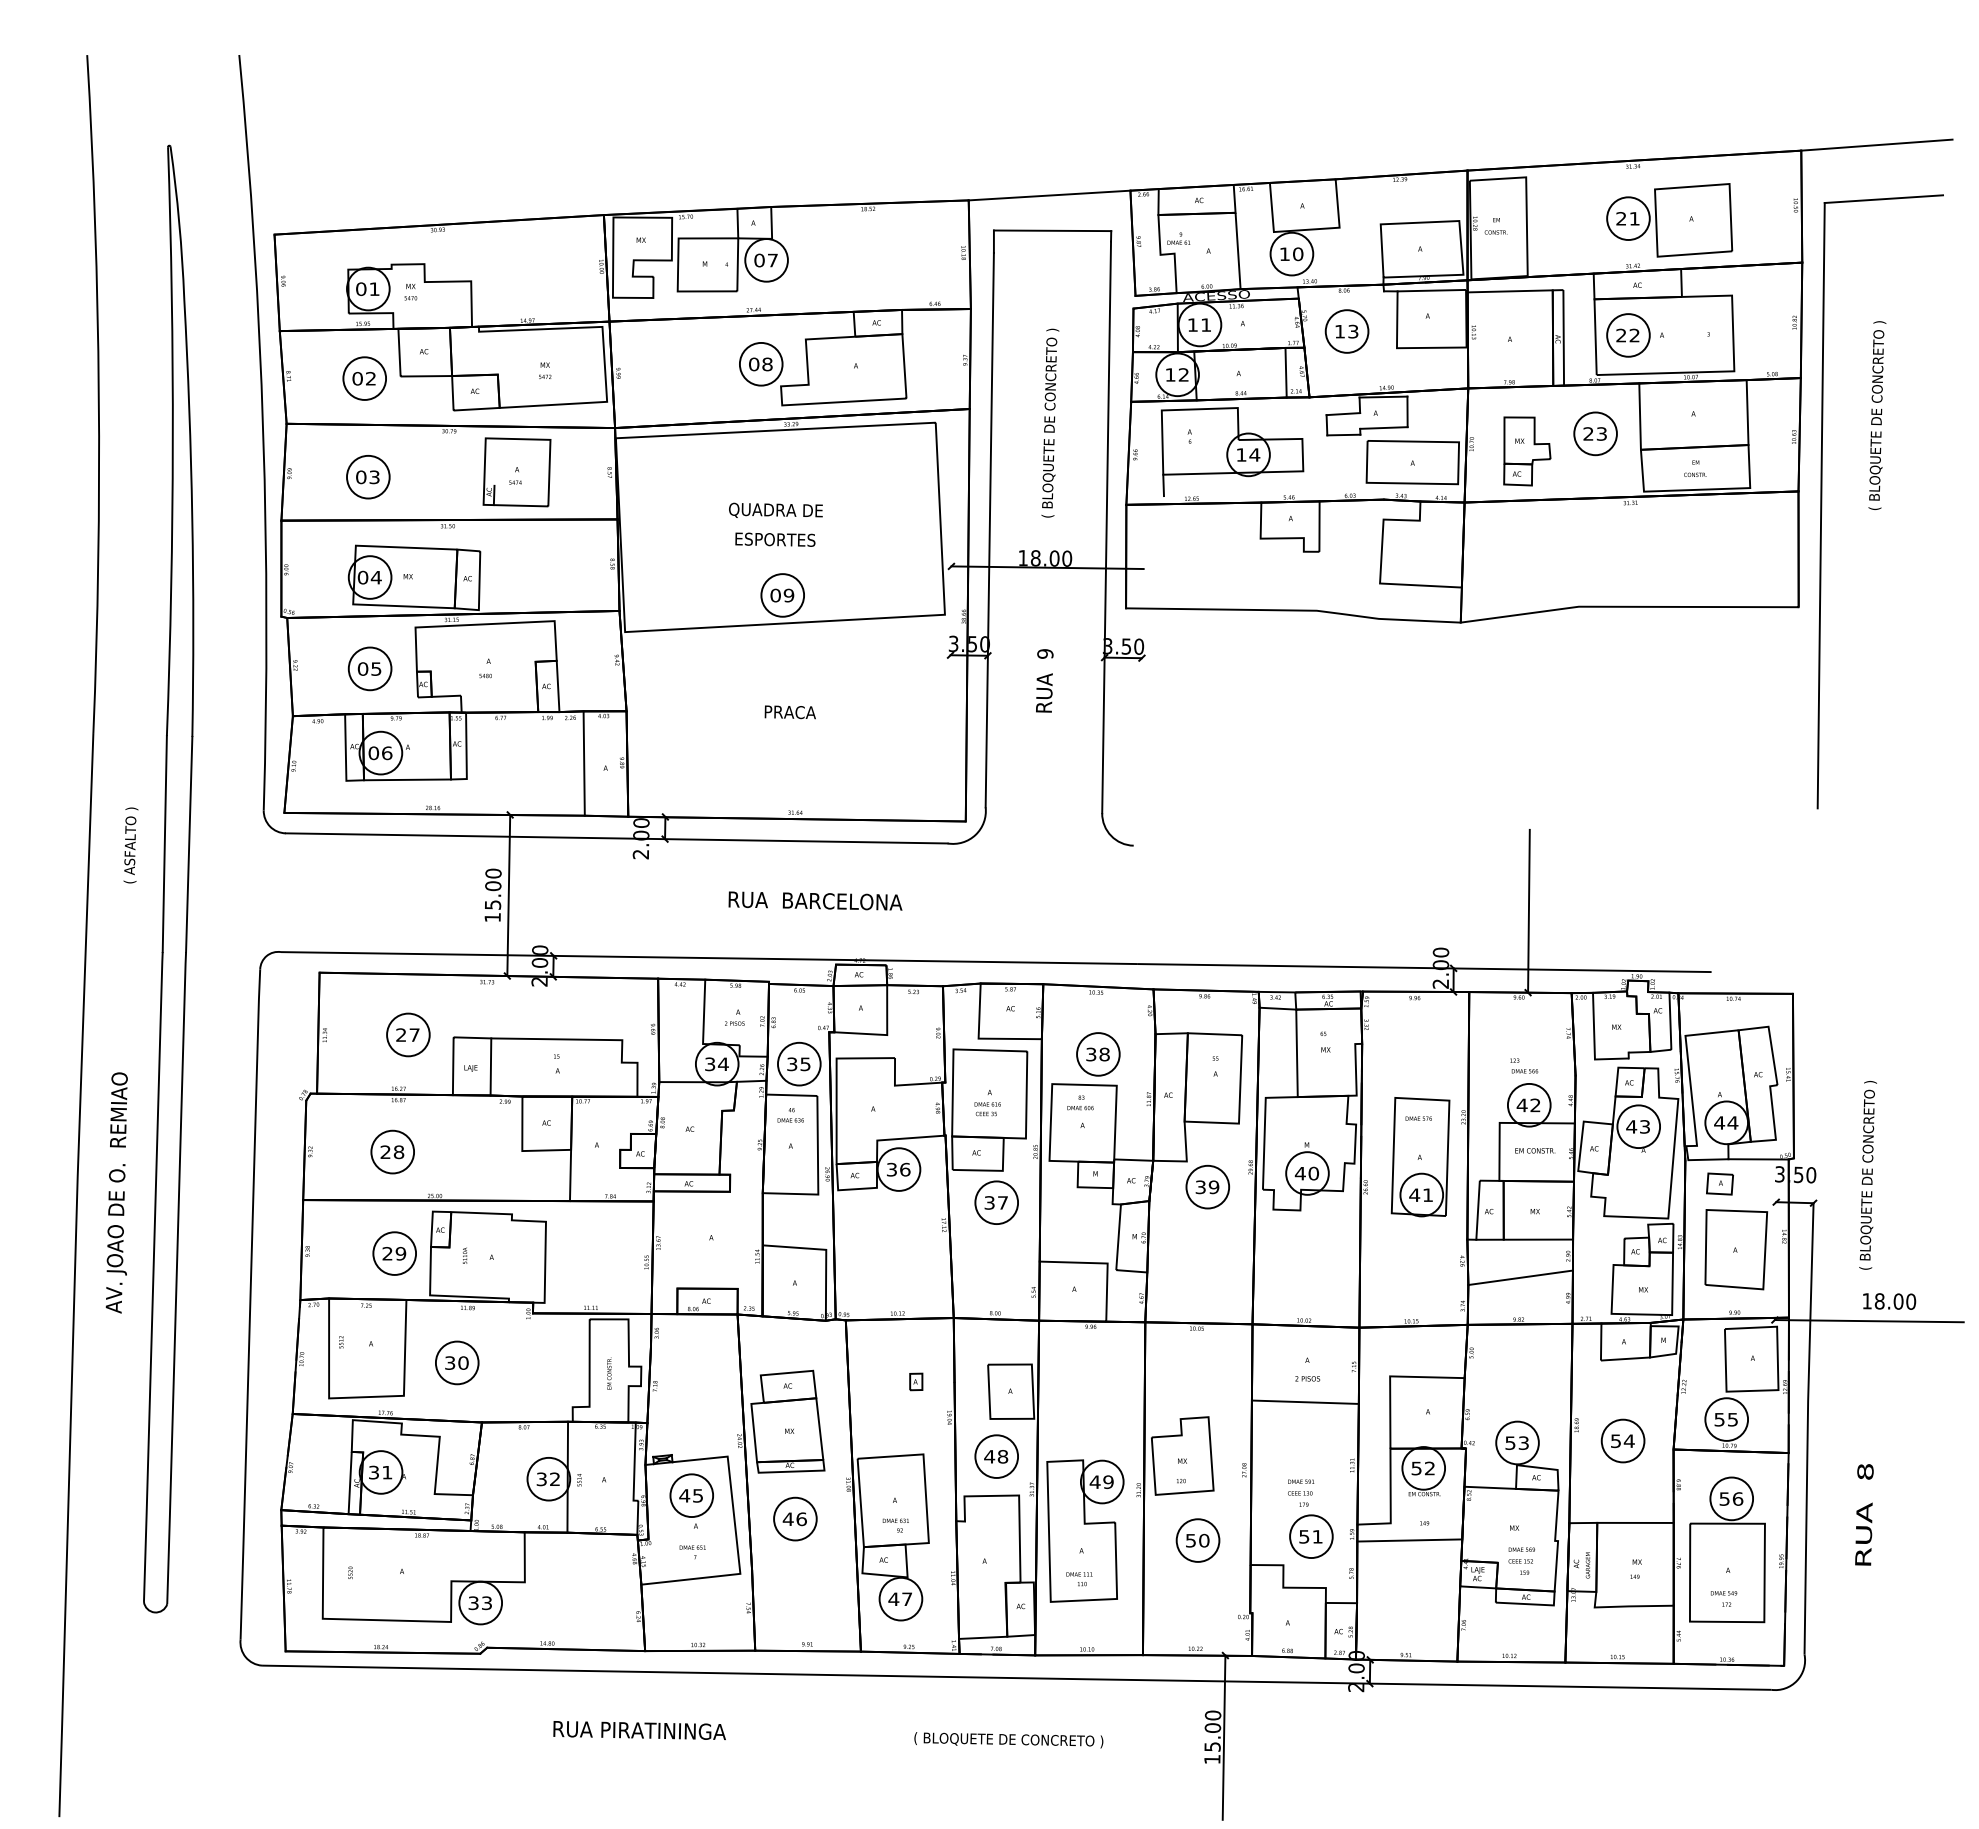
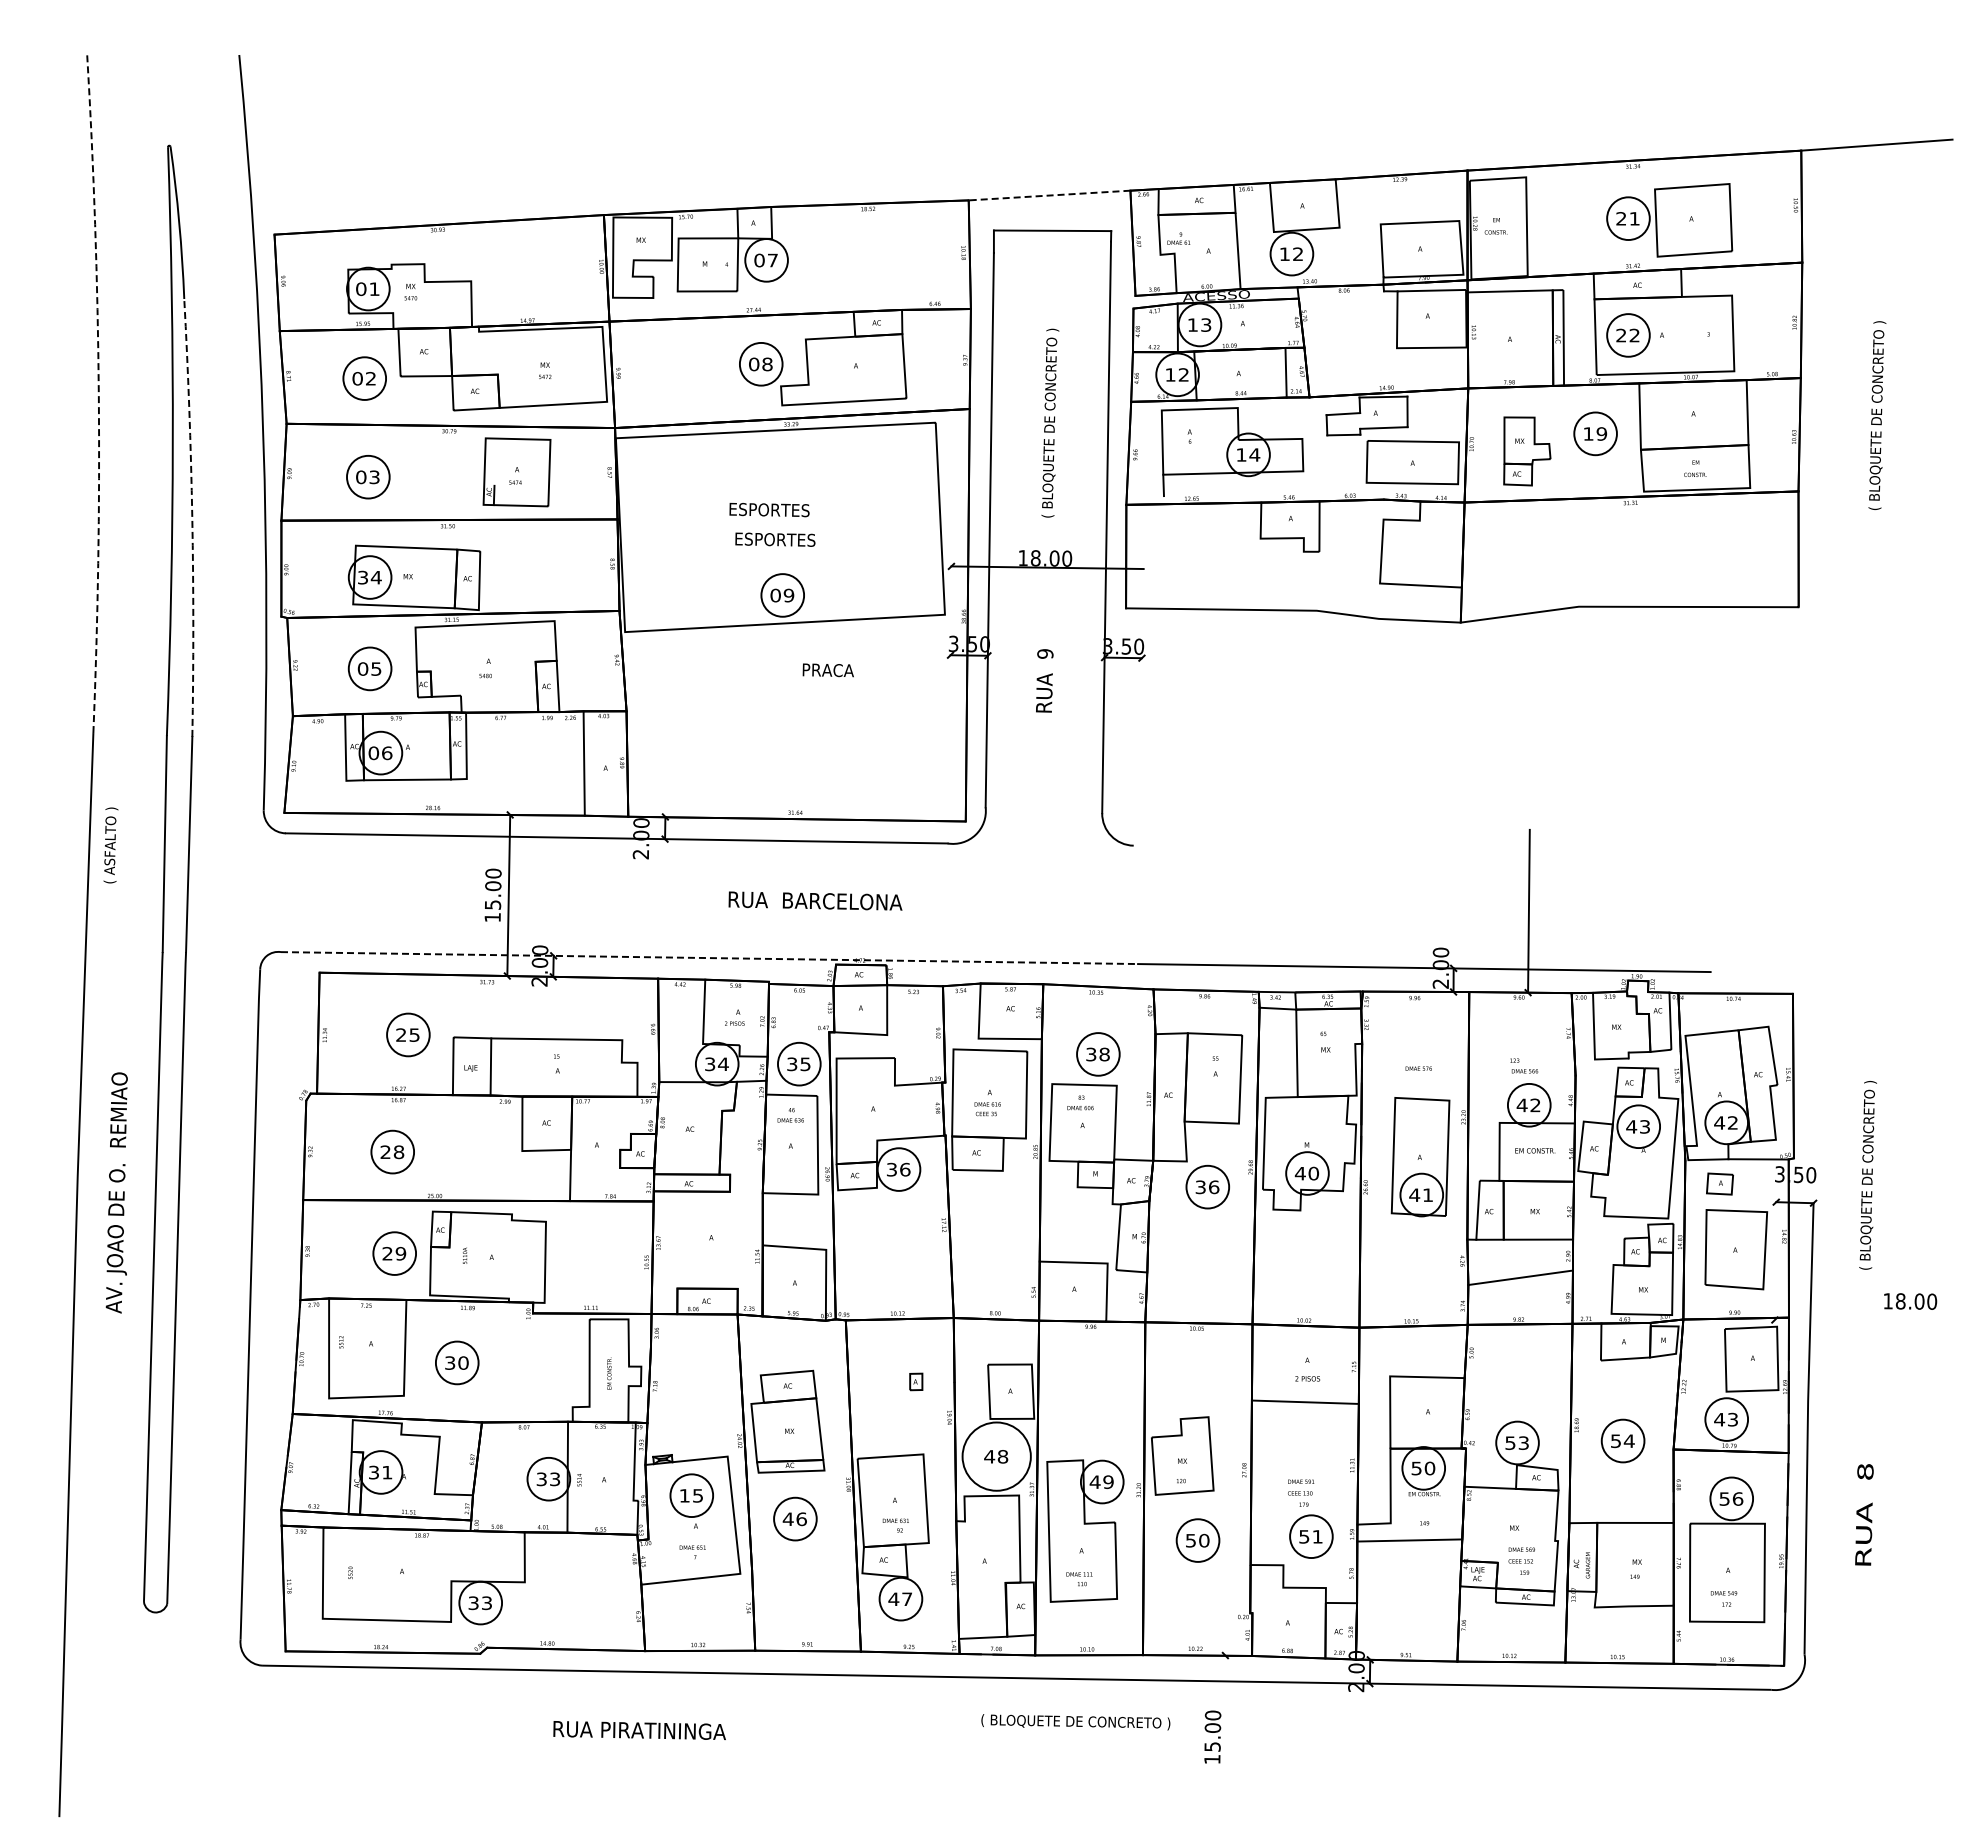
line at (1049, 195): solid -> dashed
text at (1298, 254): 10 -> 12
text at (1206, 324): 11 -> 13
part at (1346, 331): present -> none
arc at (98, 394): solid -> dashed
text at (1595, 433): 23 -> 19
part at (1822, 501): present -> none
text at (775, 509): QUADRA DE -> ESPORTES
arc at (192, 517): solid -> dashed
text at (362, 577): 04 -> 34
text at (789, 712) position: (789, 712) -> (827, 670)
text at (130, 845) position: (130, 845) -> (110, 845)
line at (709, 958): solid -> dashed
text at (414, 1034): 27 -> 25
text at (1418, 1118) position: (1418, 1118) -> (1418, 1068)
text at (1732, 1122): 44 -> 42
text at (1213, 1187): 39 -> 36
part at (996, 1202): present -> none
text at (1889, 1301) position: (1889, 1301) -> (1910, 1301)
line at (1868, 1321): present -> none
text at (1725, 1419): 55 -> 43
circle at (996, 1456) diameter: 43 px -> 68 px
text at (1429, 1468): 52 -> 50
text at (555, 1479): 32 -> 33
text at (684, 1495): 45 -> 15
line at (1223, 1737): present -> none
text at (1008, 1740) position: (1008, 1740) -> (1075, 1722)
